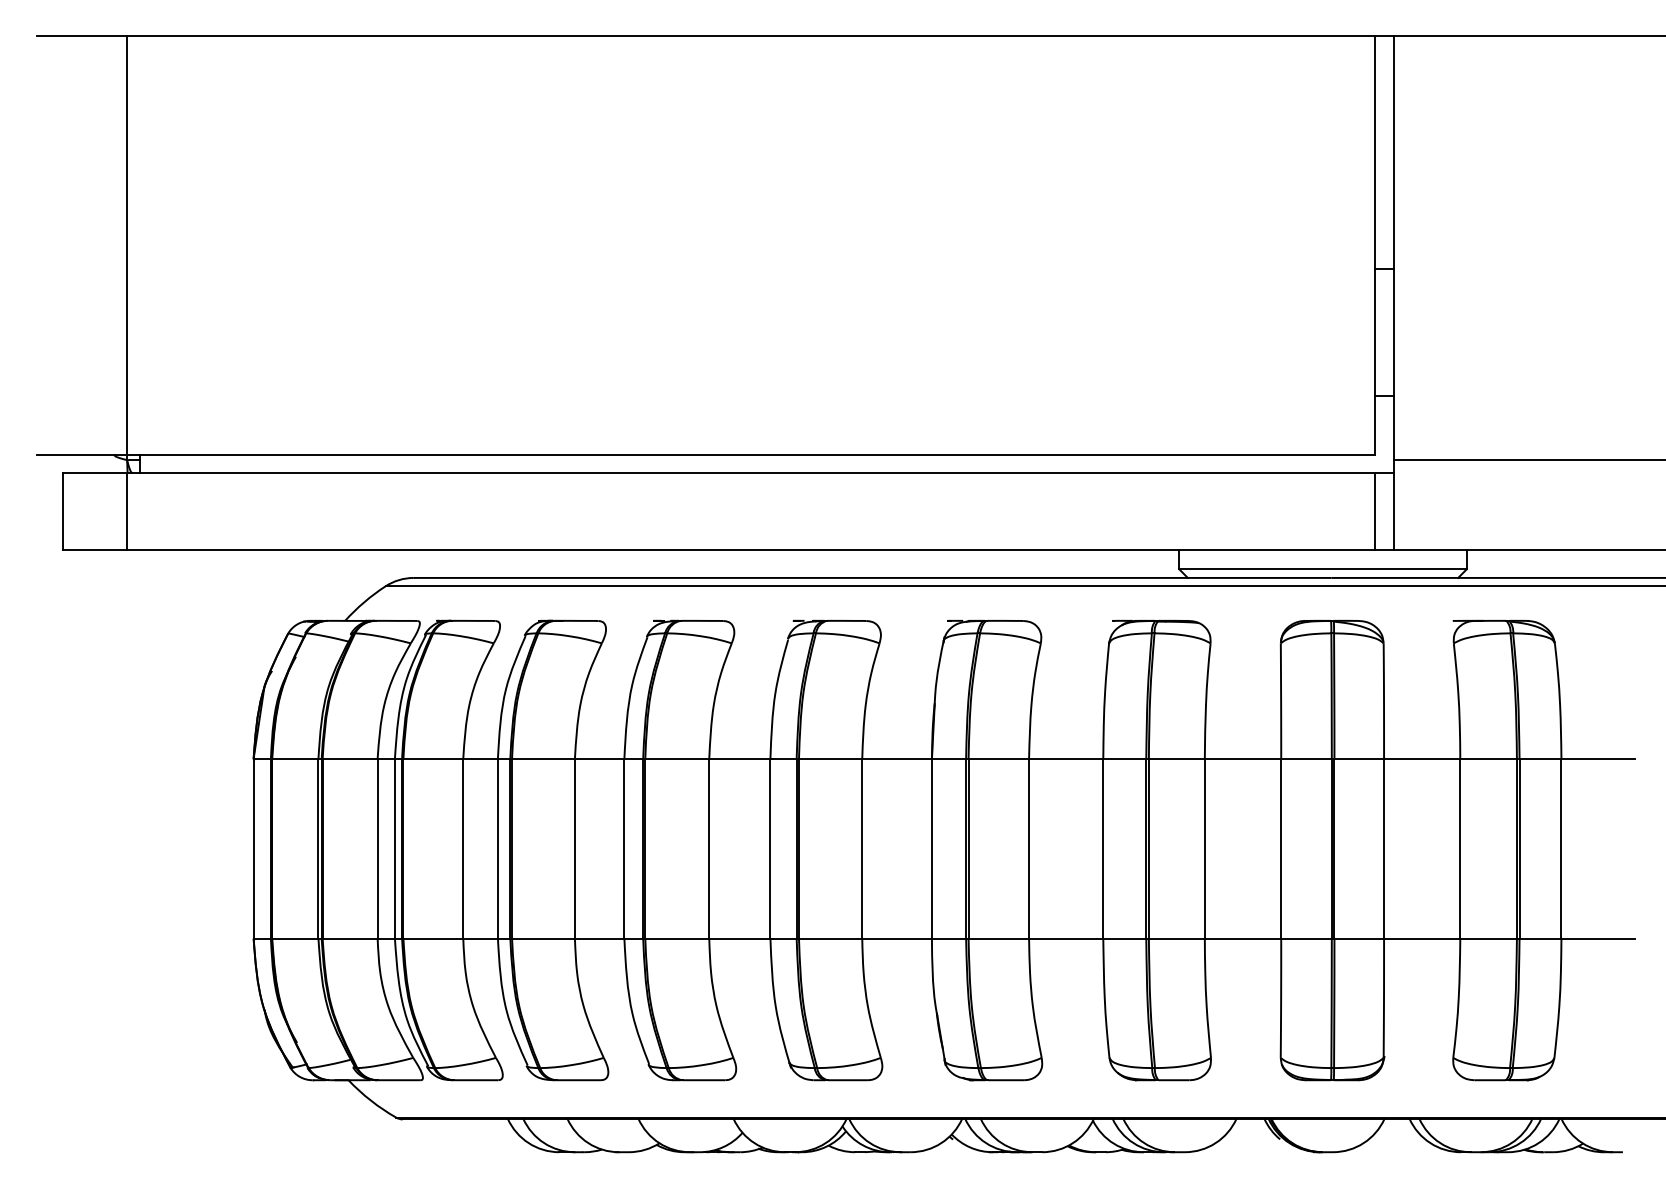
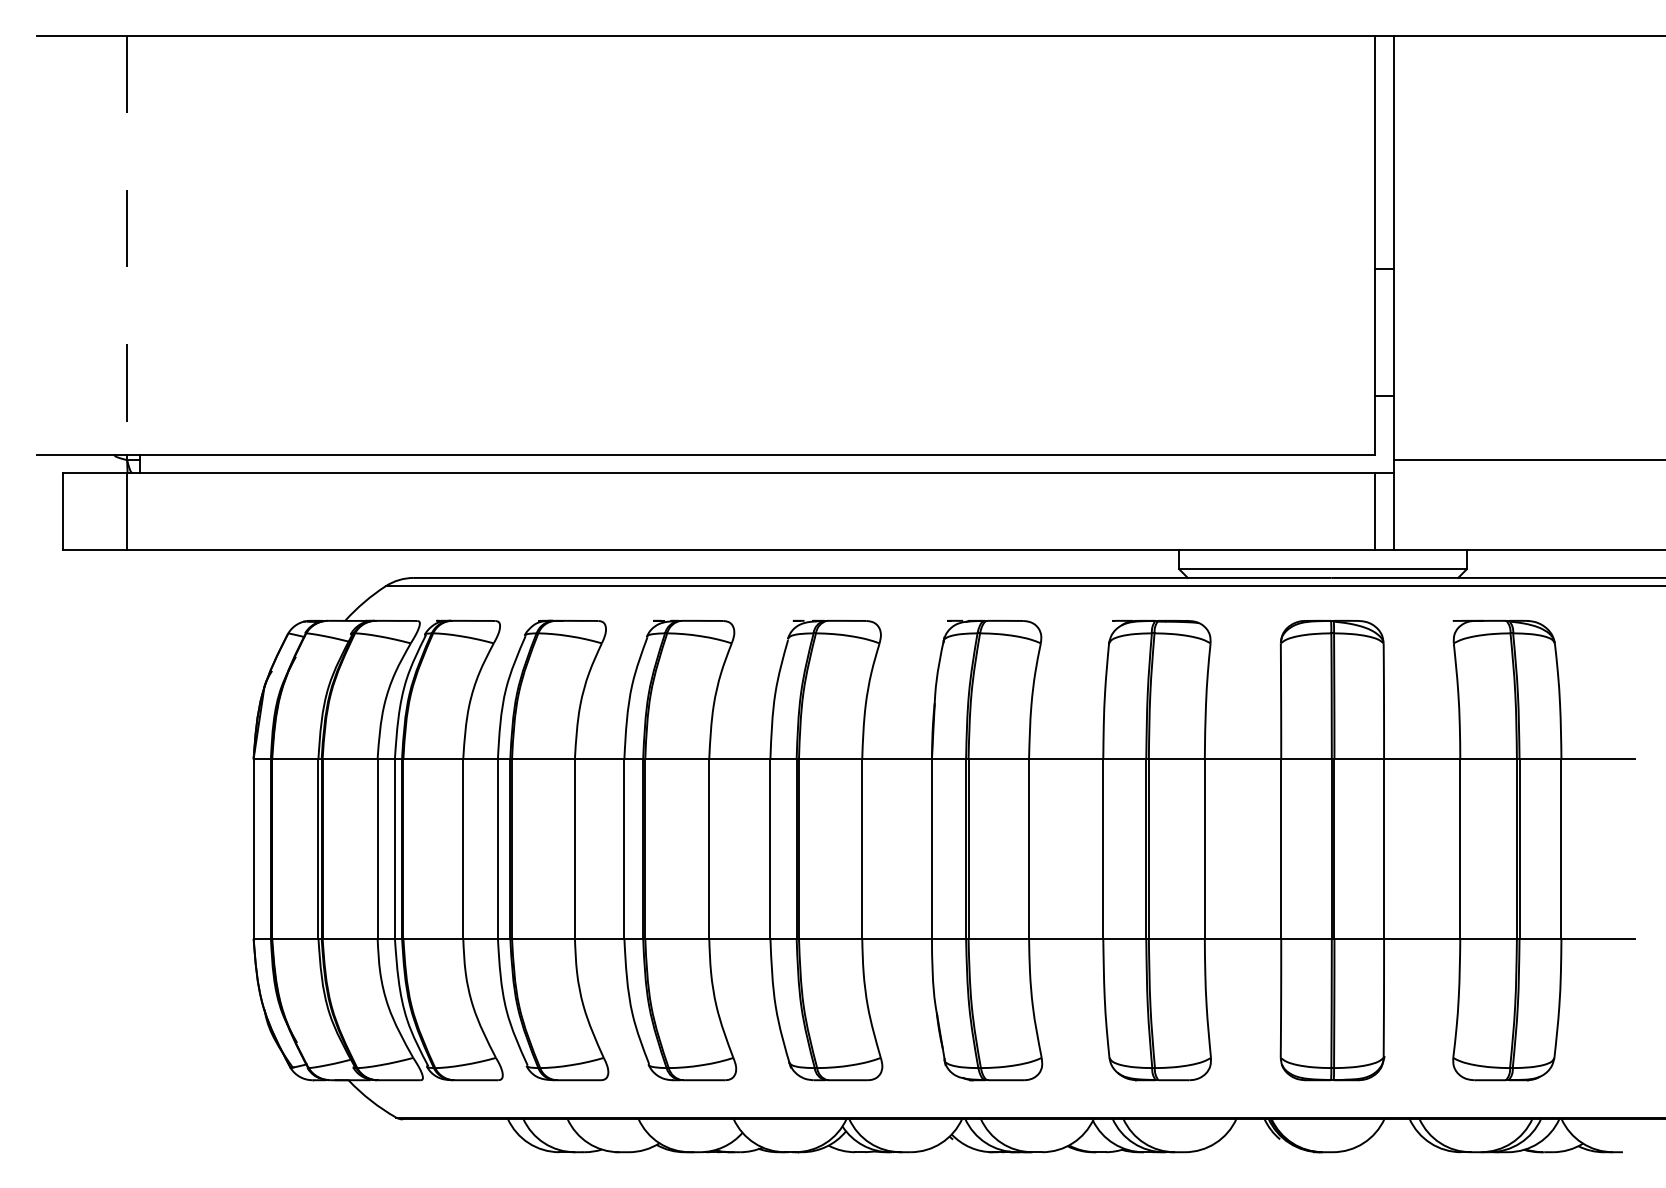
line at (127, 245): solid -> dashed
